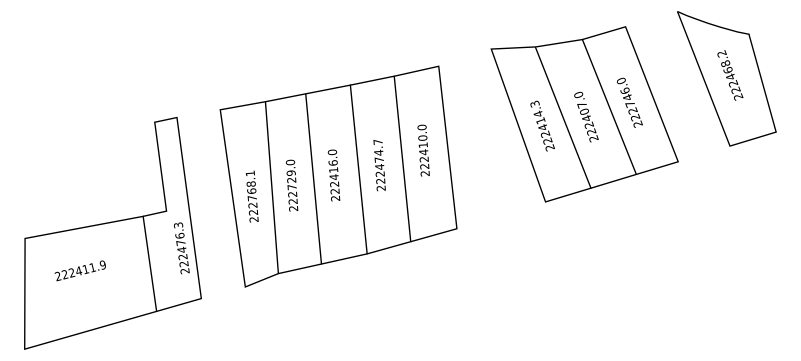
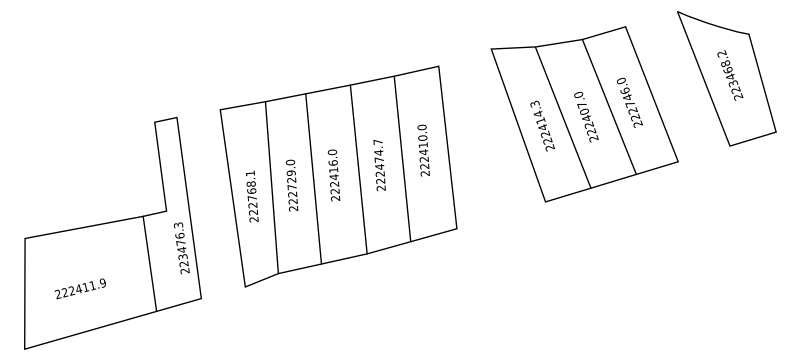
text at (733, 83): 222468.2 -> 223468.2
text at (183, 257): 222476.3 -> 223476.3
text at (79, 270) position: (79, 270) -> (79, 288)
